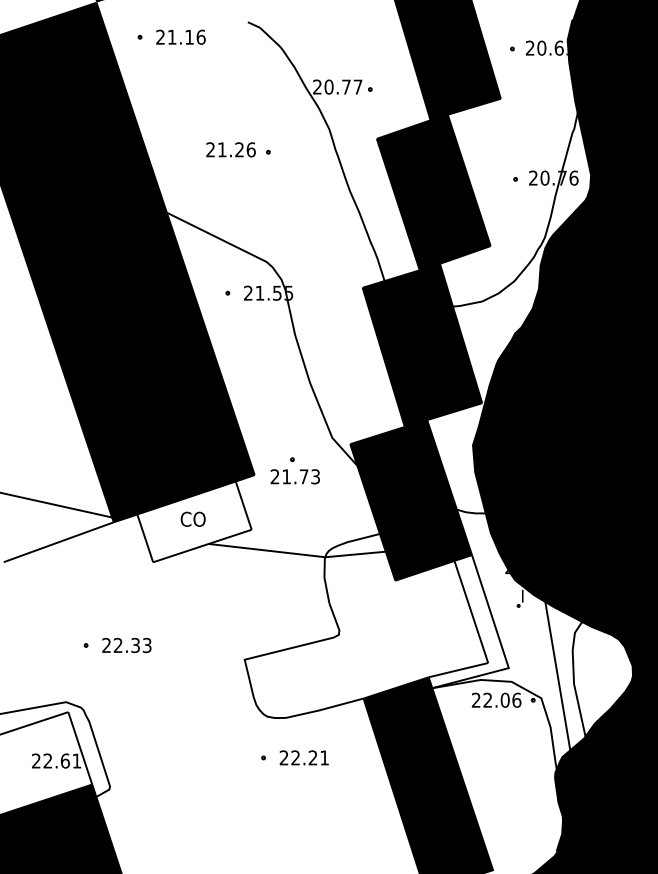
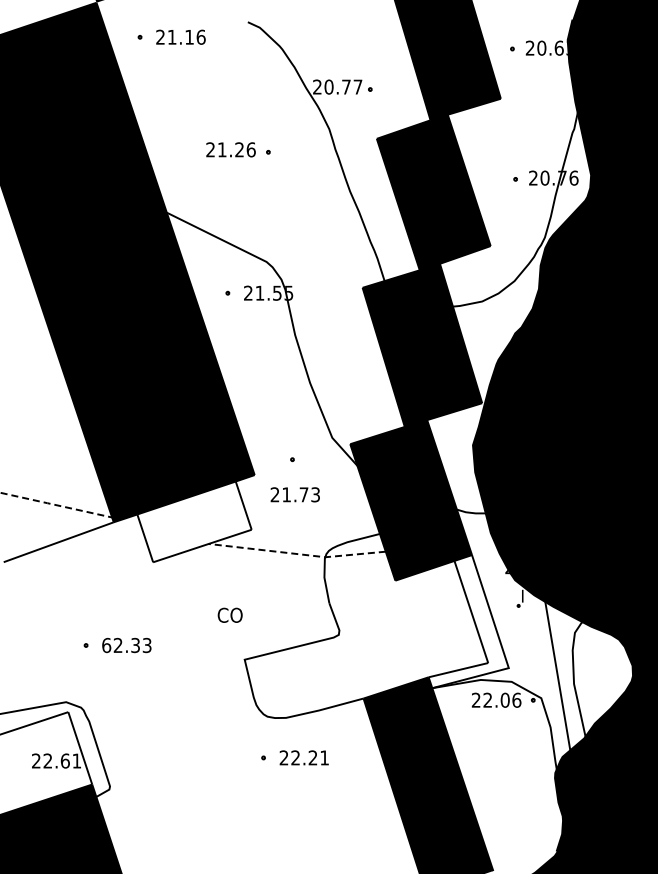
text at (294, 476) position: (294, 476) -> (294, 494)
line at (56, 505): solid -> dashed
text at (192, 518) position: (192, 518) -> (229, 614)
line at (297, 554): solid -> dashed
text at (106, 645): 22.33 -> 62.33
